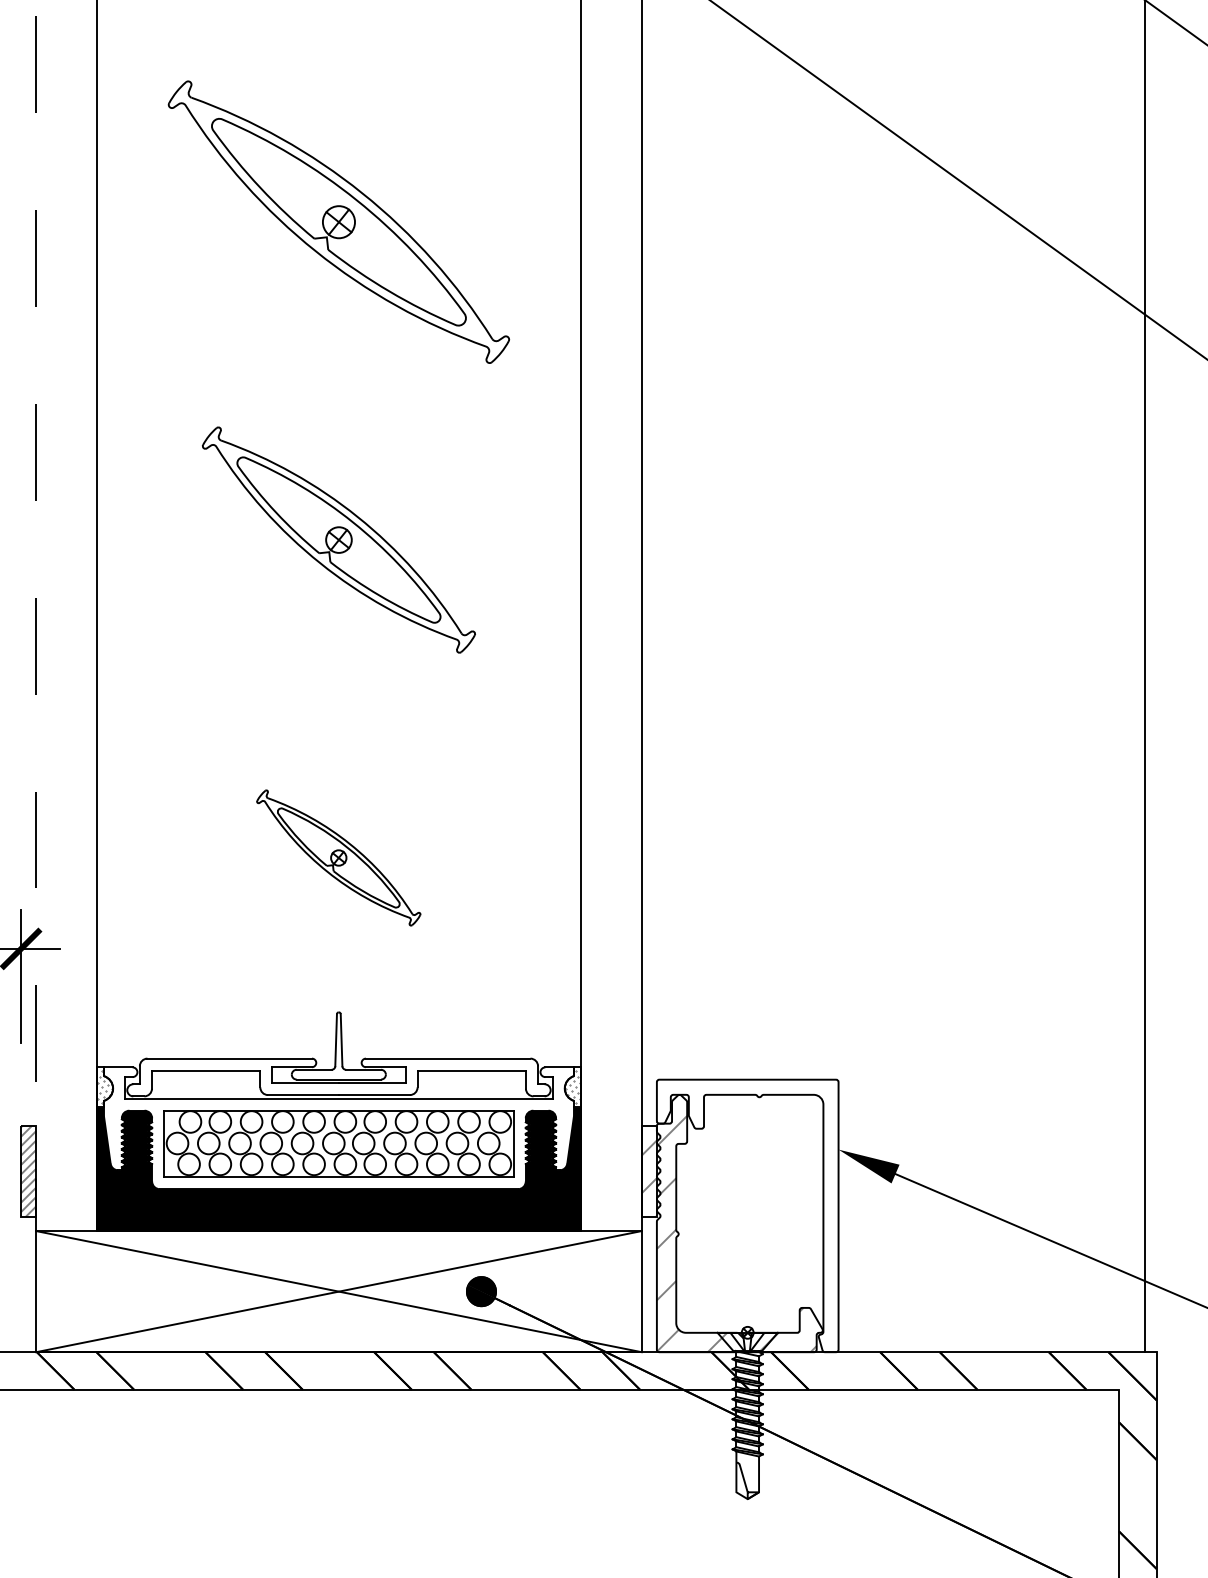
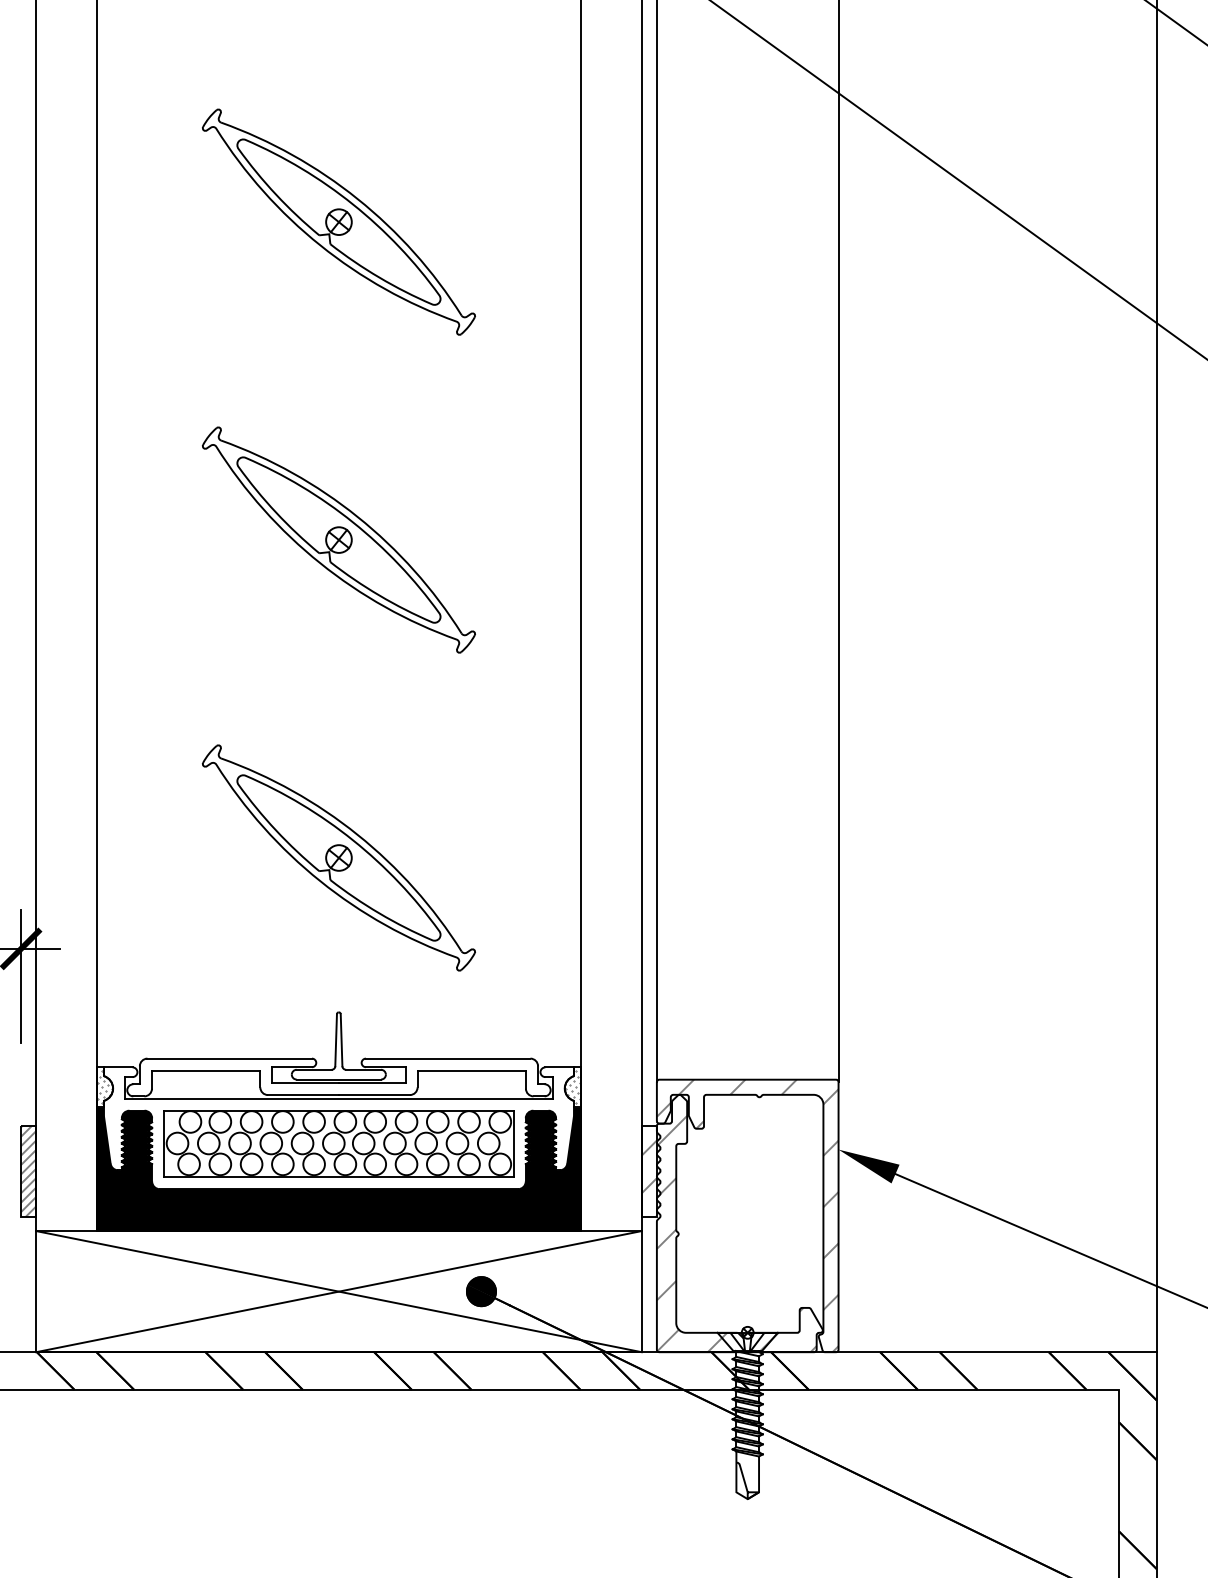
part at (338, 221) size: 344x284 px -> 274x228 px
line at (656, 542): none -> present
line at (838, 542): none -> present
line at (36, 616): dashed -> solid
line at (1144, 677) position: (1144, 677) -> (1156, 677)
part at (338, 857) size: 166x138 px -> 275x228 px
hatch at (747, 1215): none -> present
